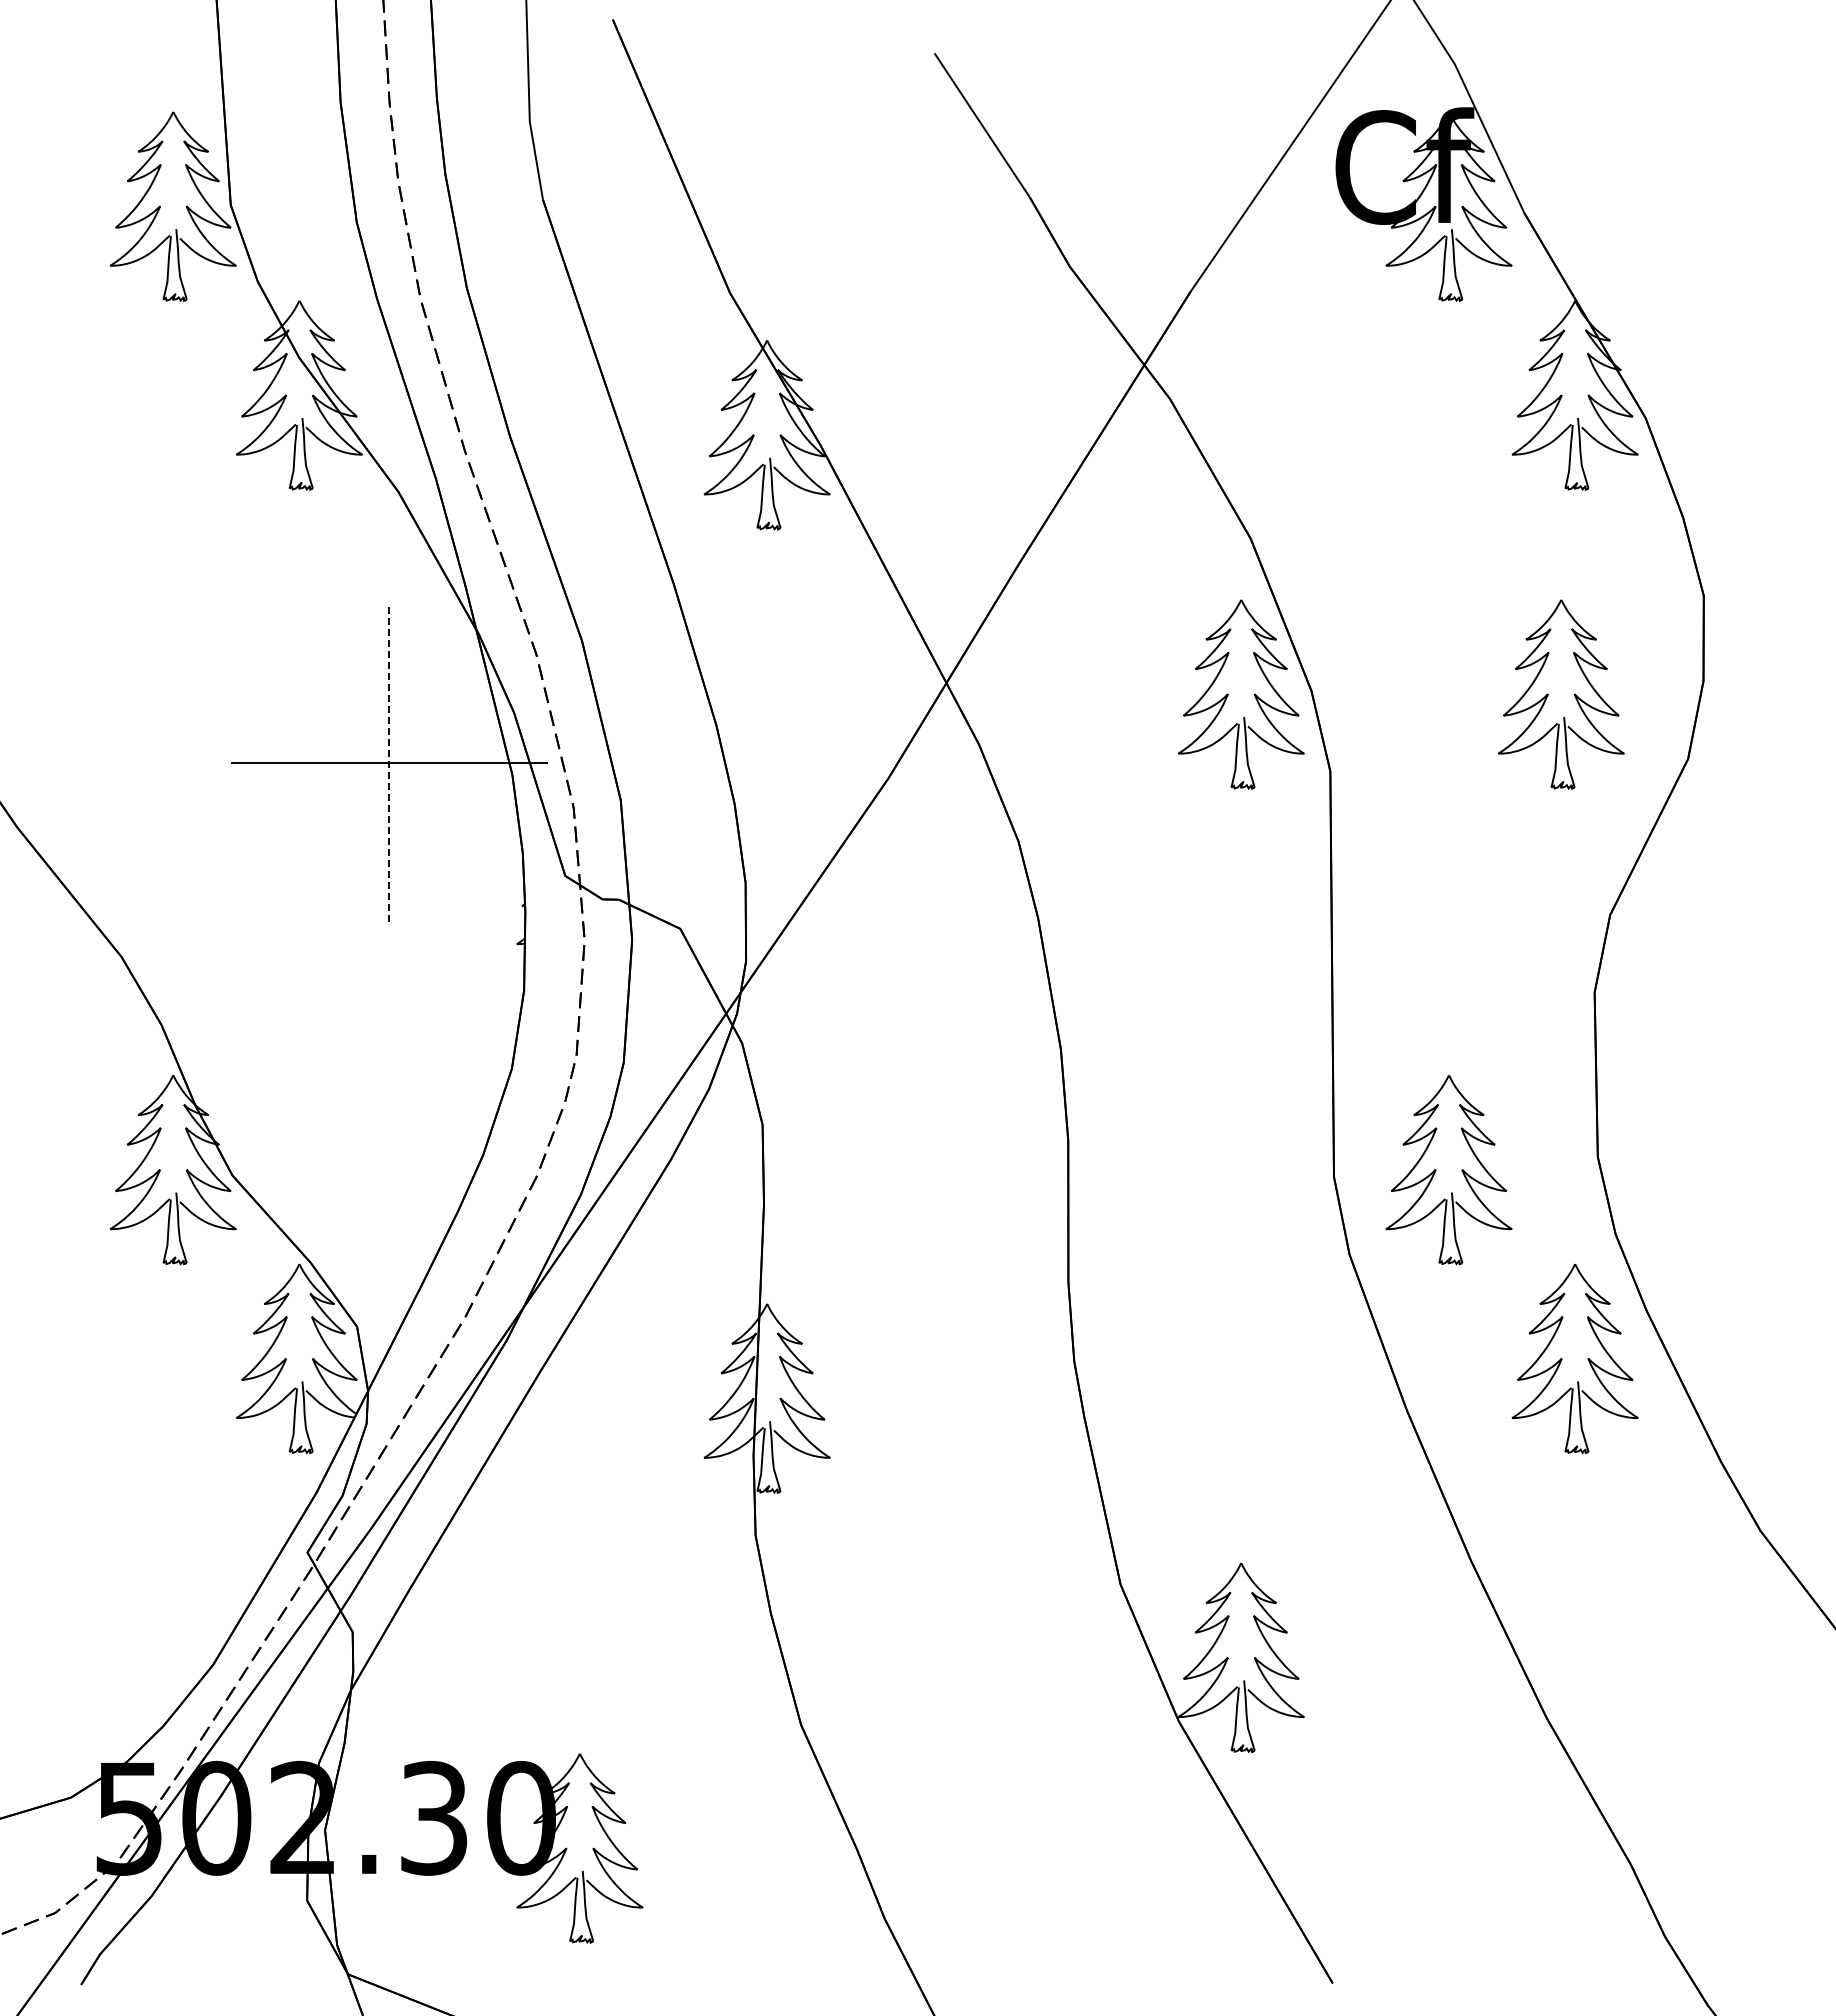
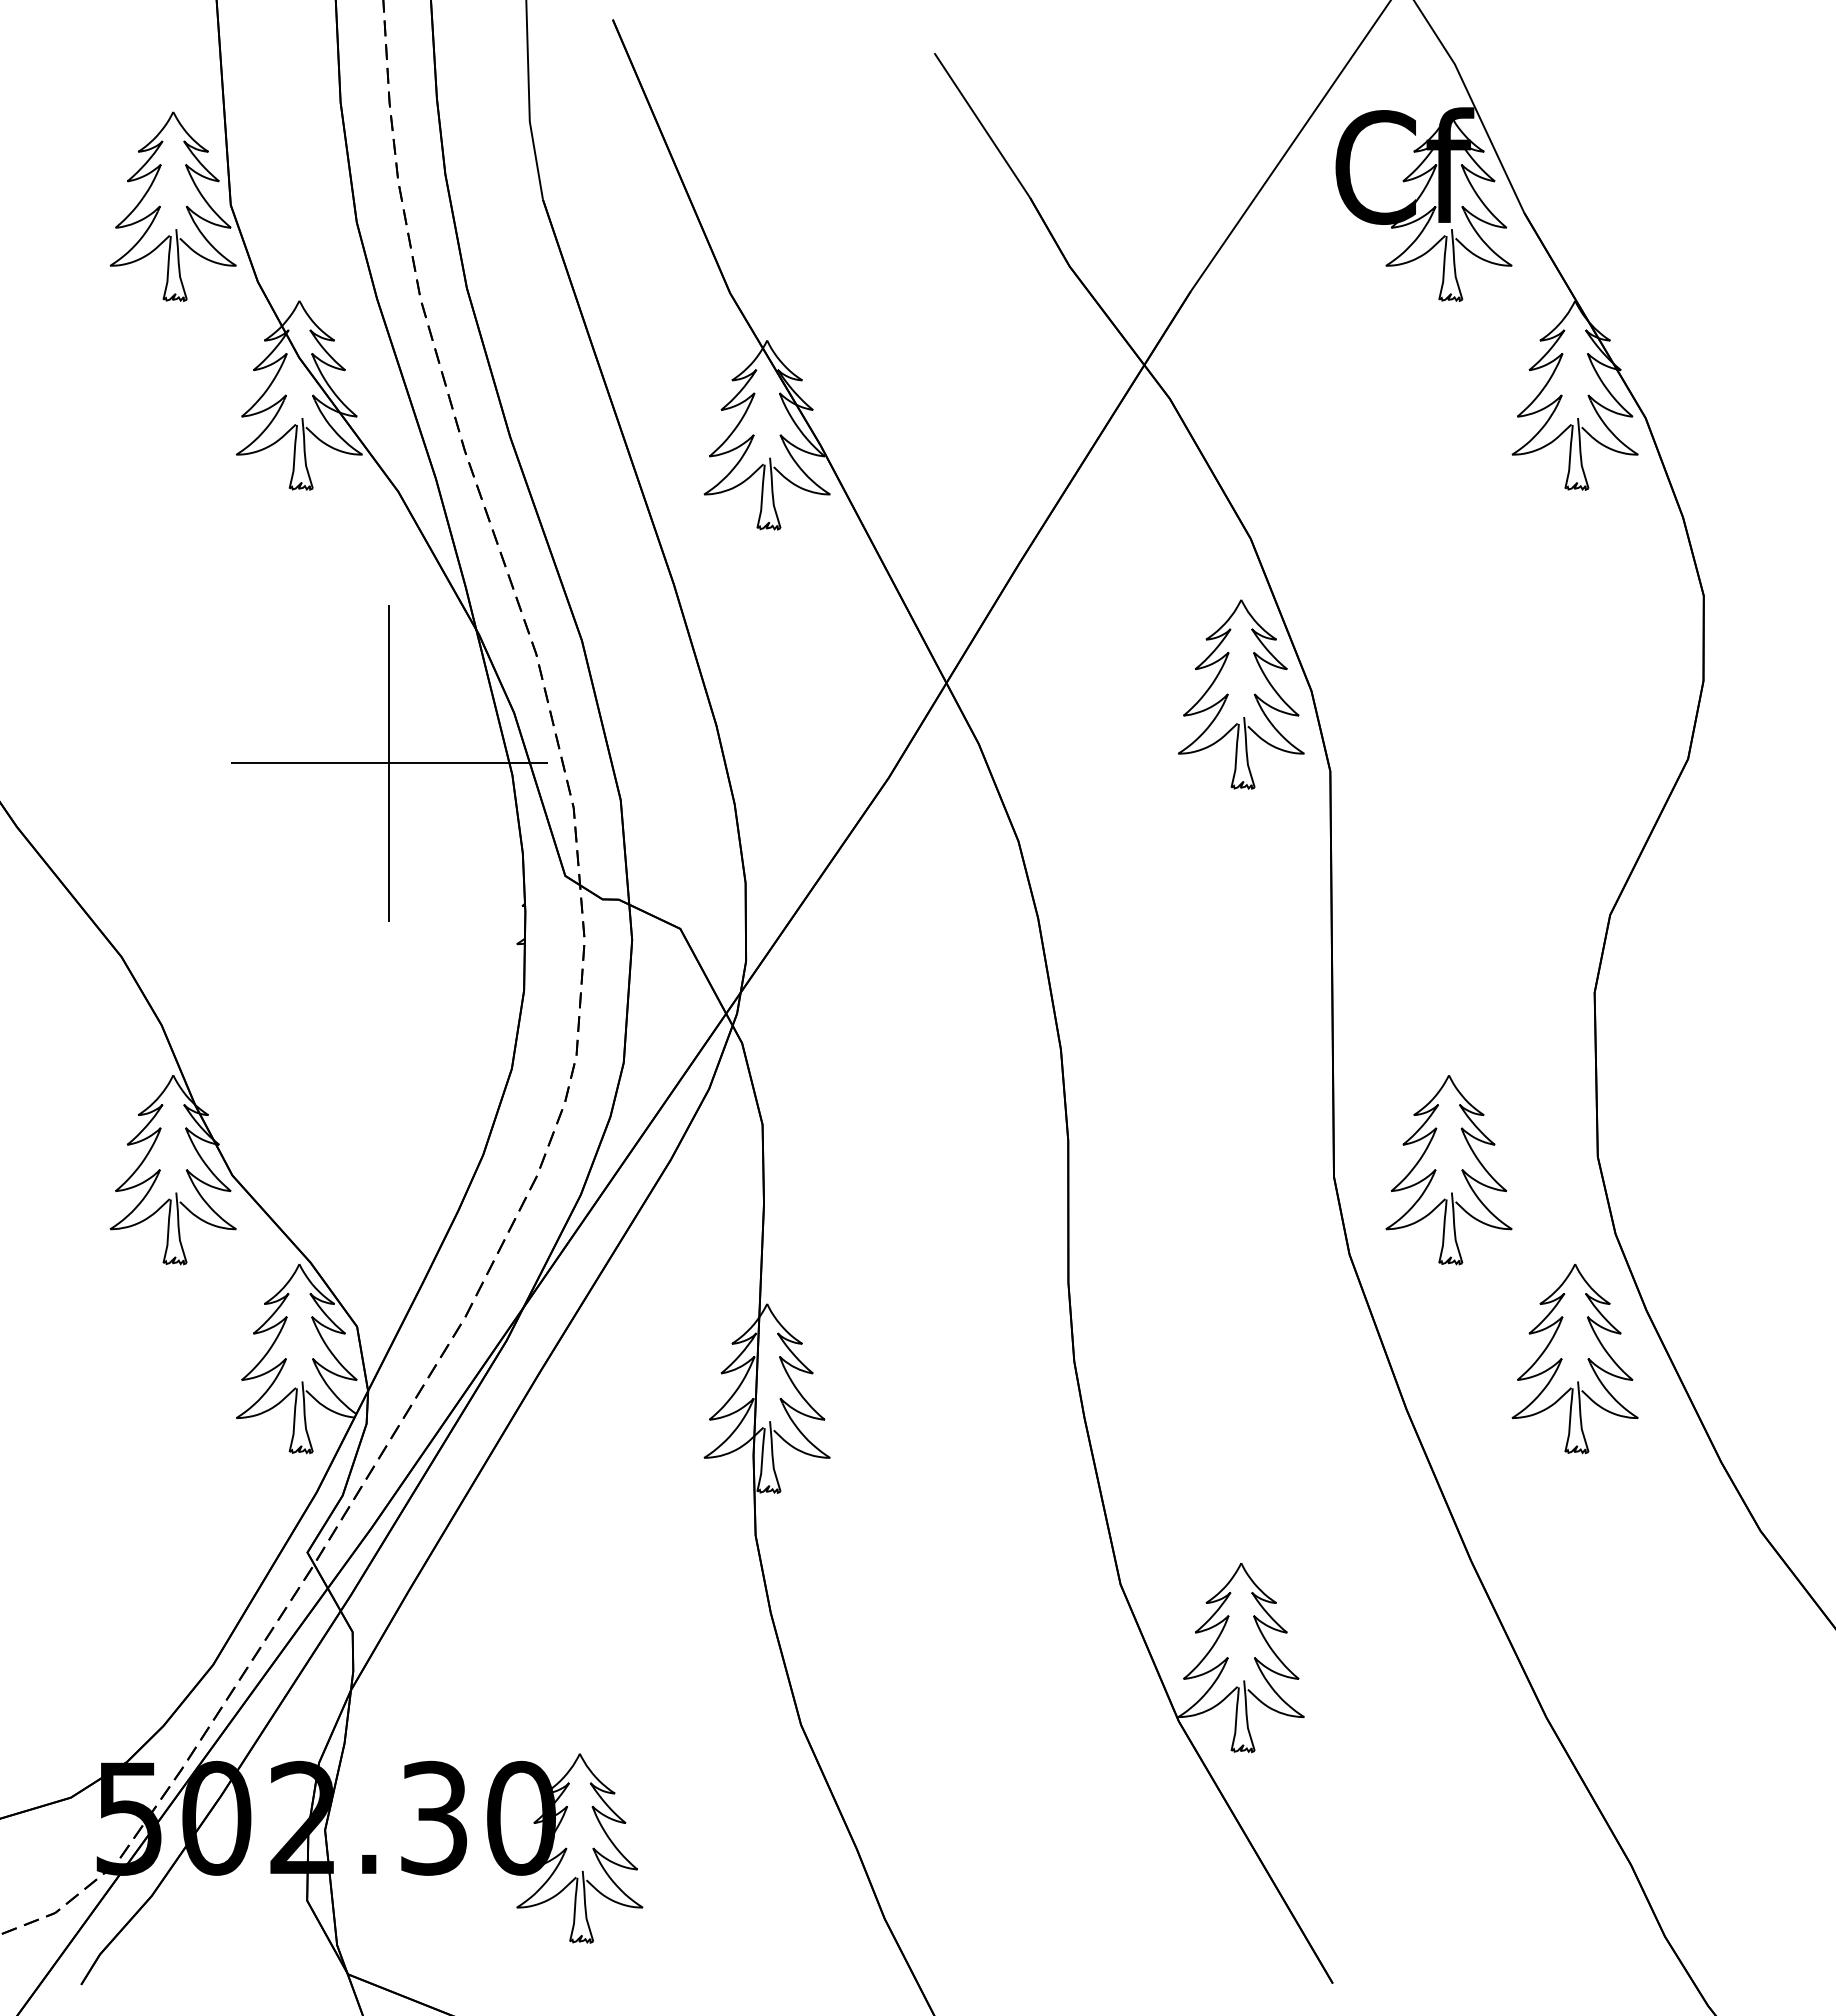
part at (1548, 694): present -> none
line at (389, 762): dashed -> solid
